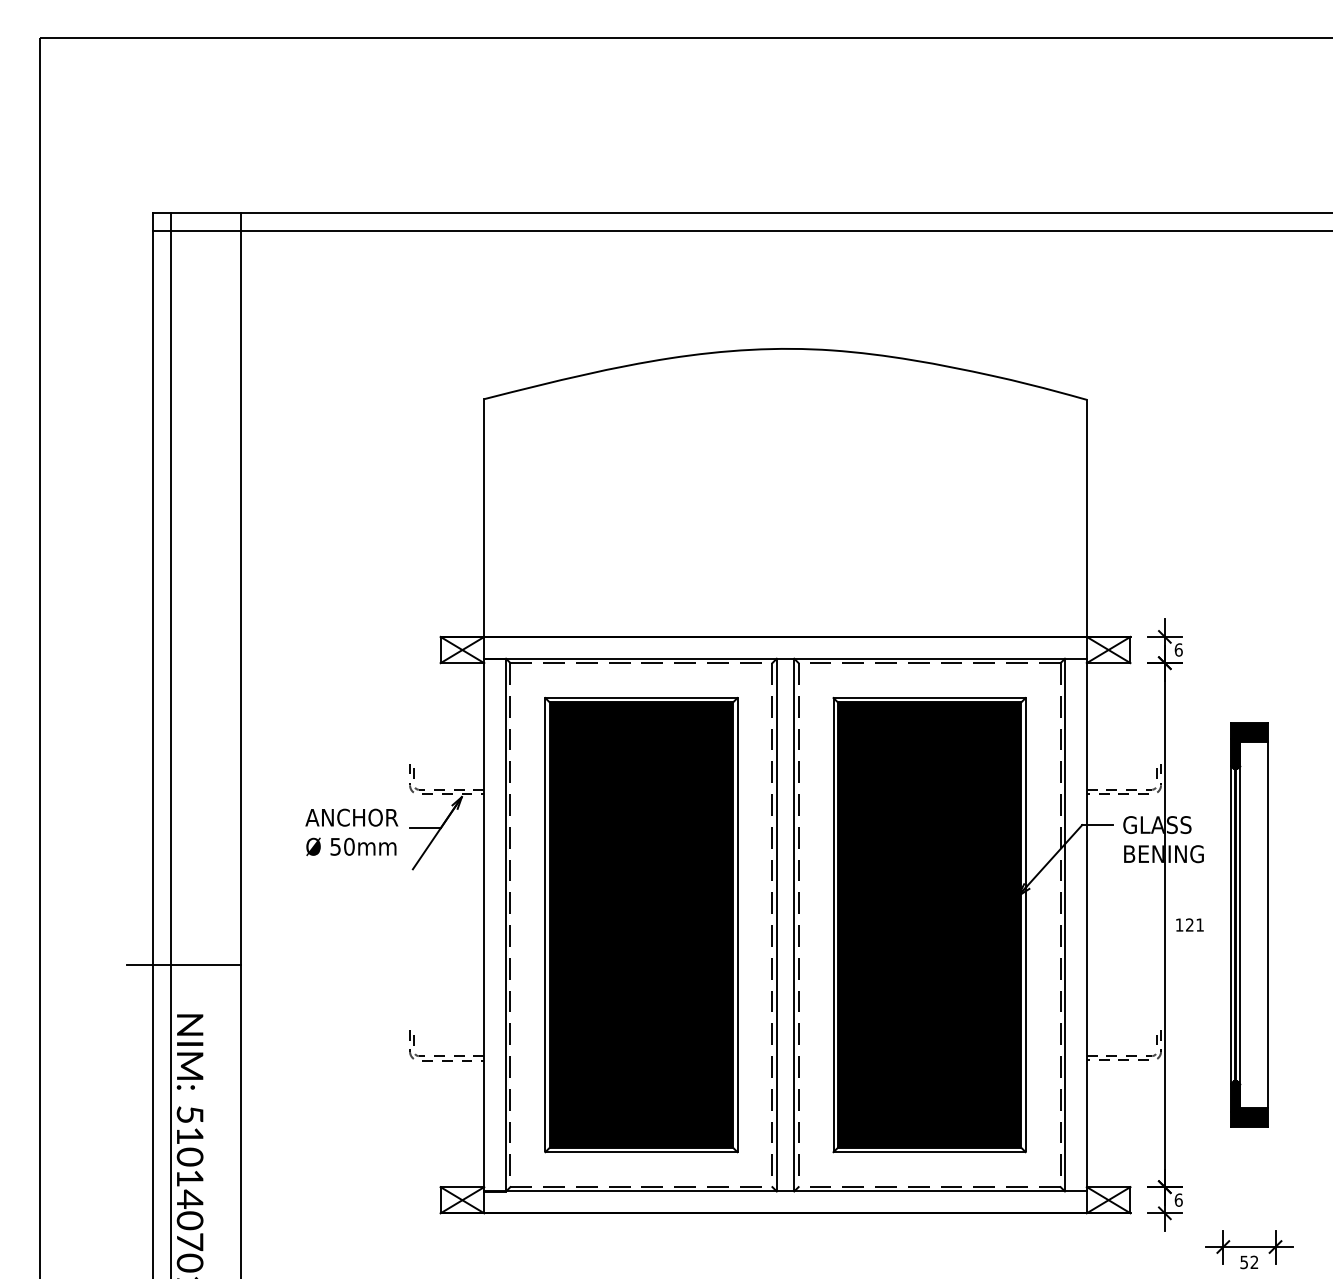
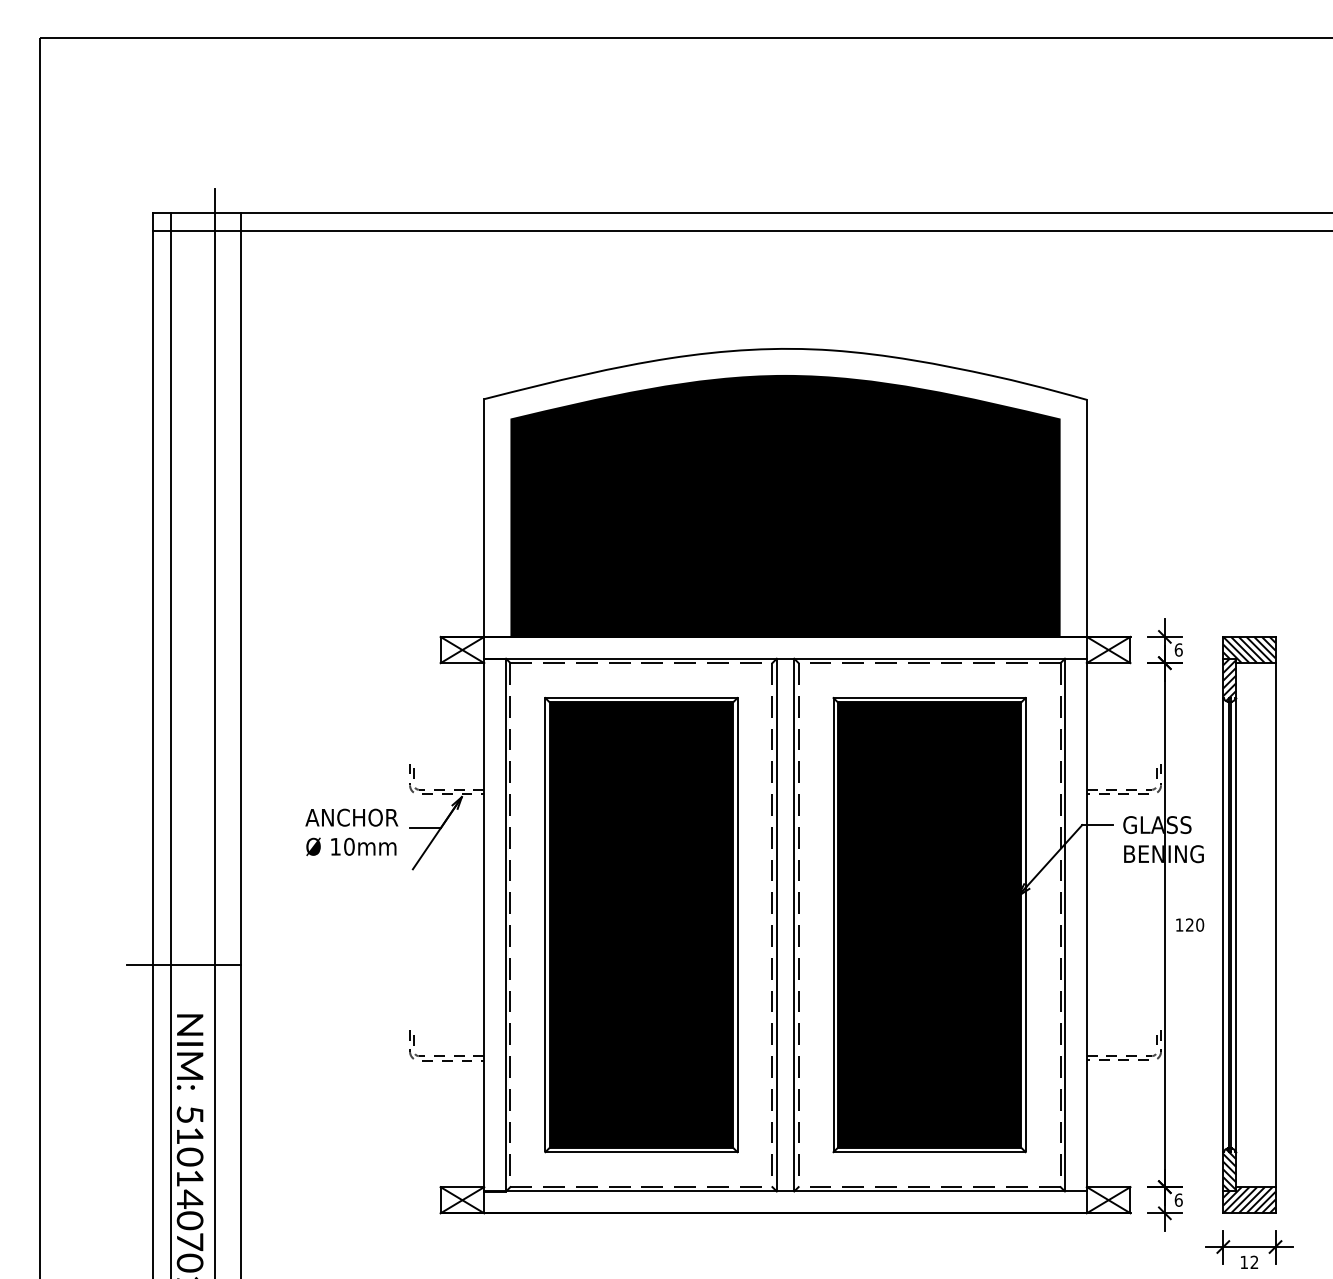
fill at (785, 505): none -> present
line at (214, 731): none -> present
text at (335, 846): 50mm -> 10mm
text at (1200, 924): 121 -> 120
part at (1249, 924) size: 39x406 px -> 55x578 px
text at (1243, 1262): 52 -> 12
